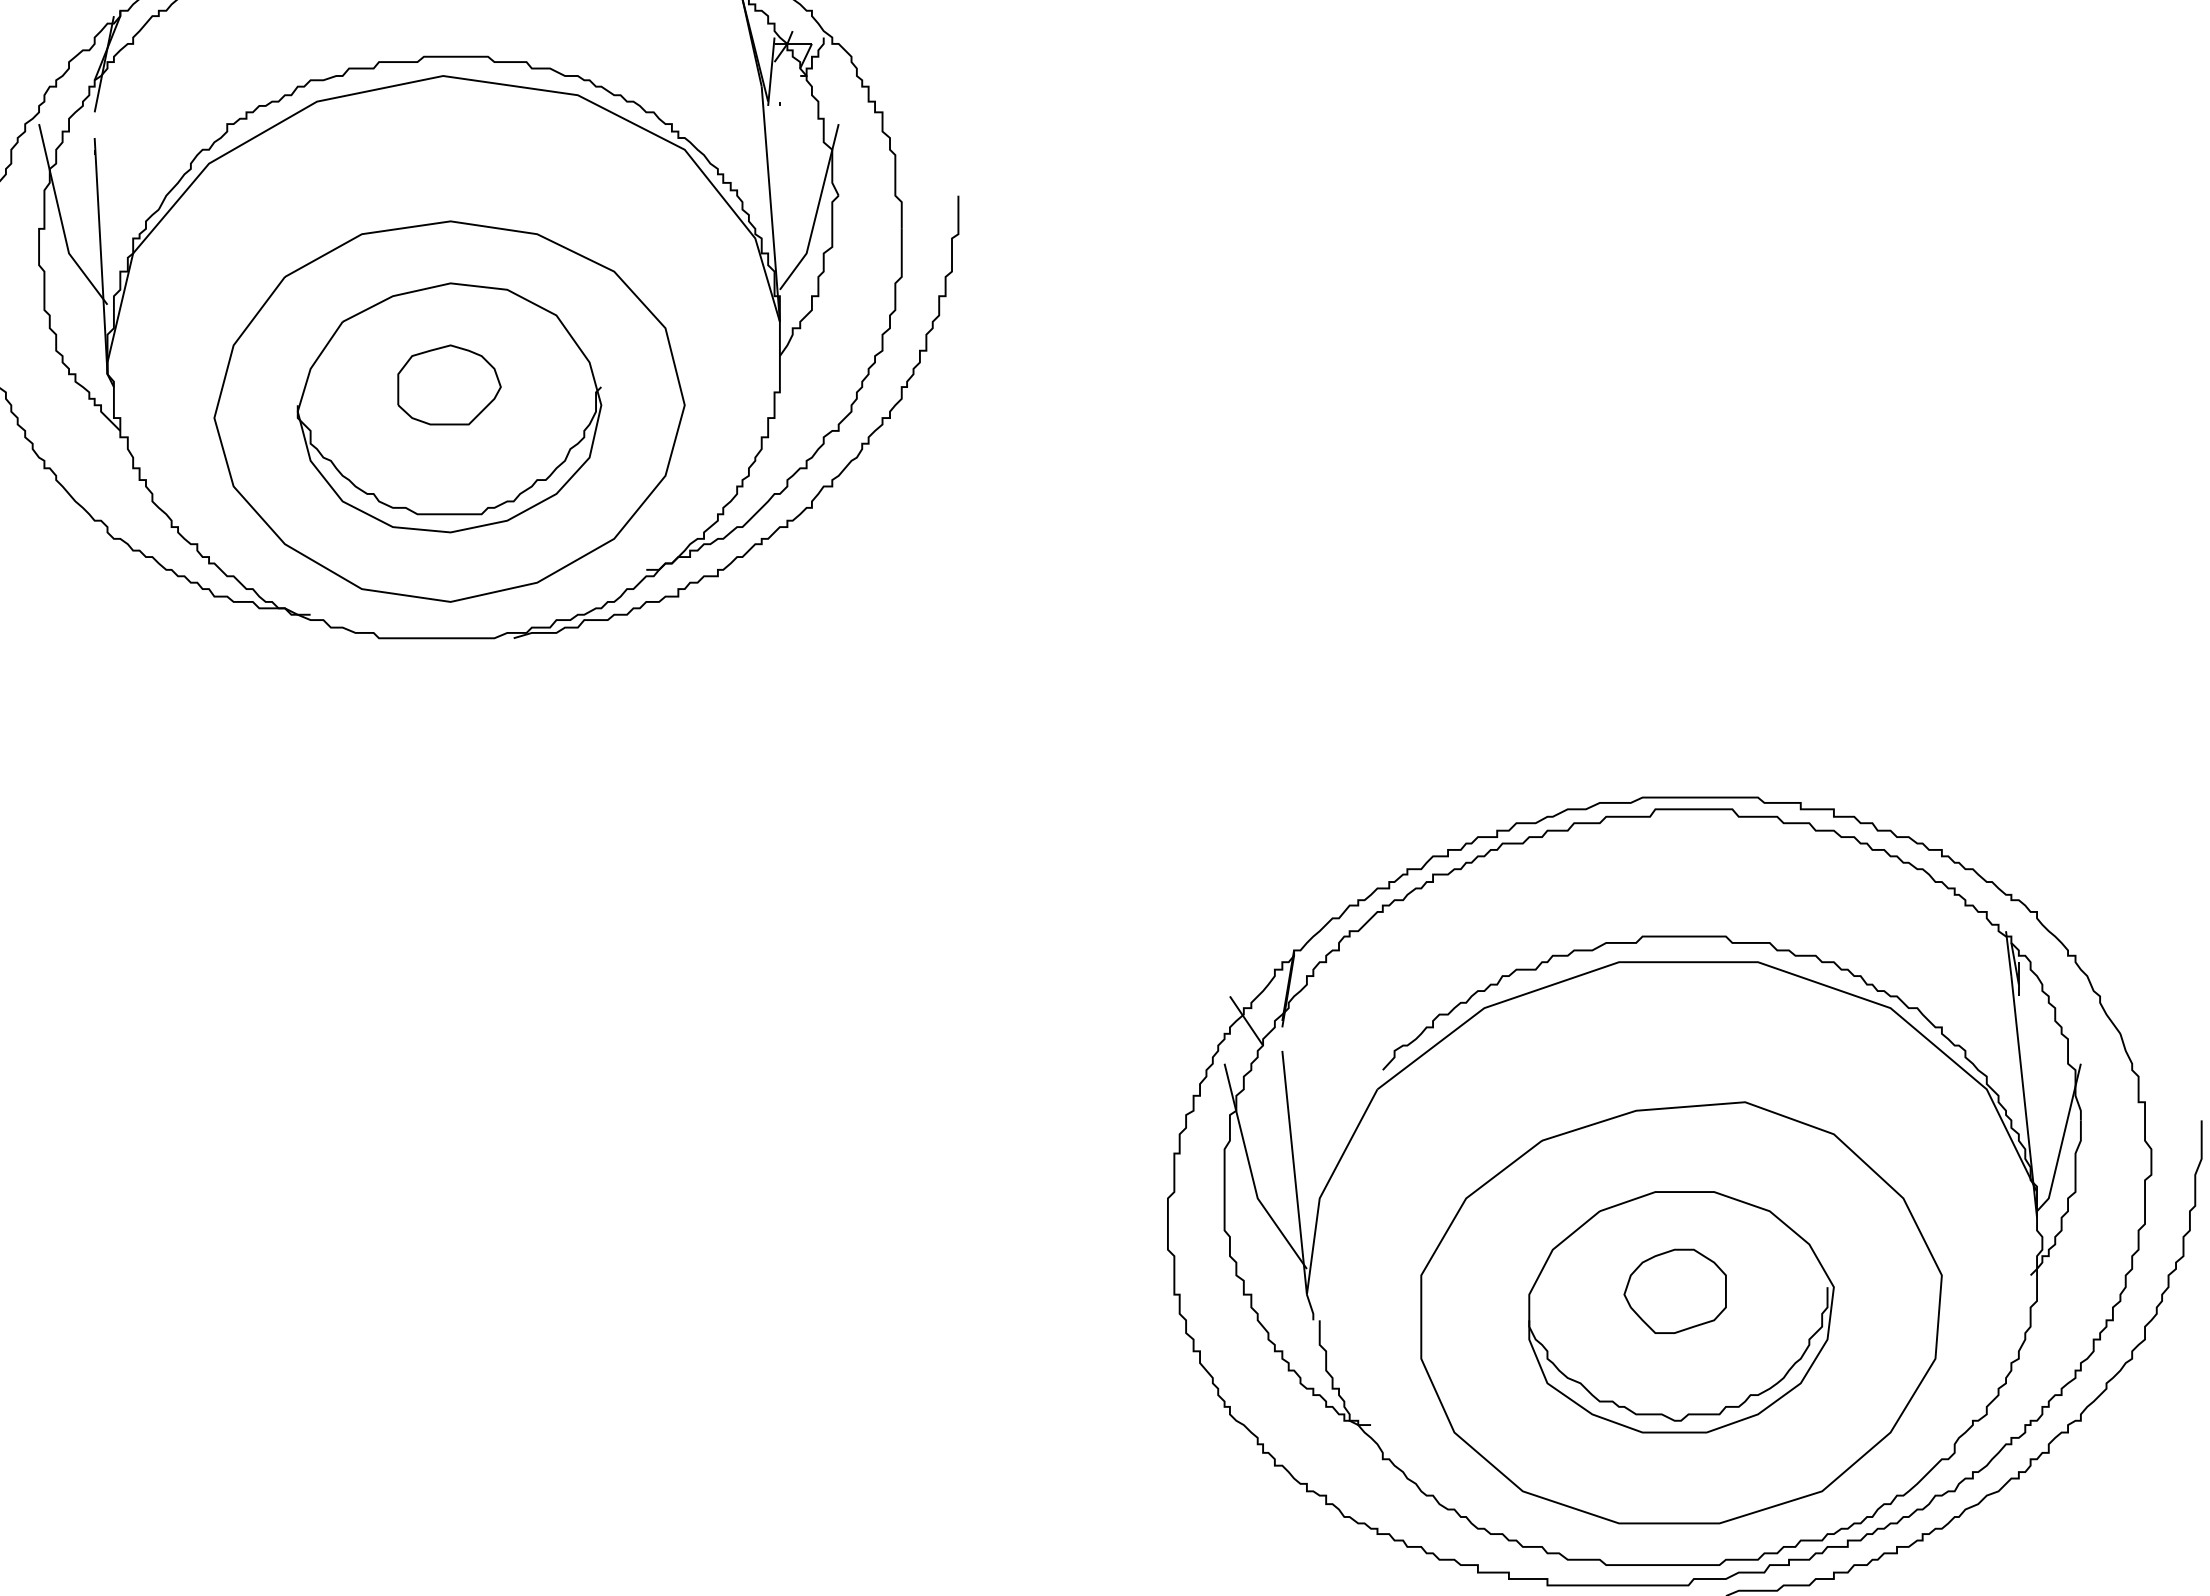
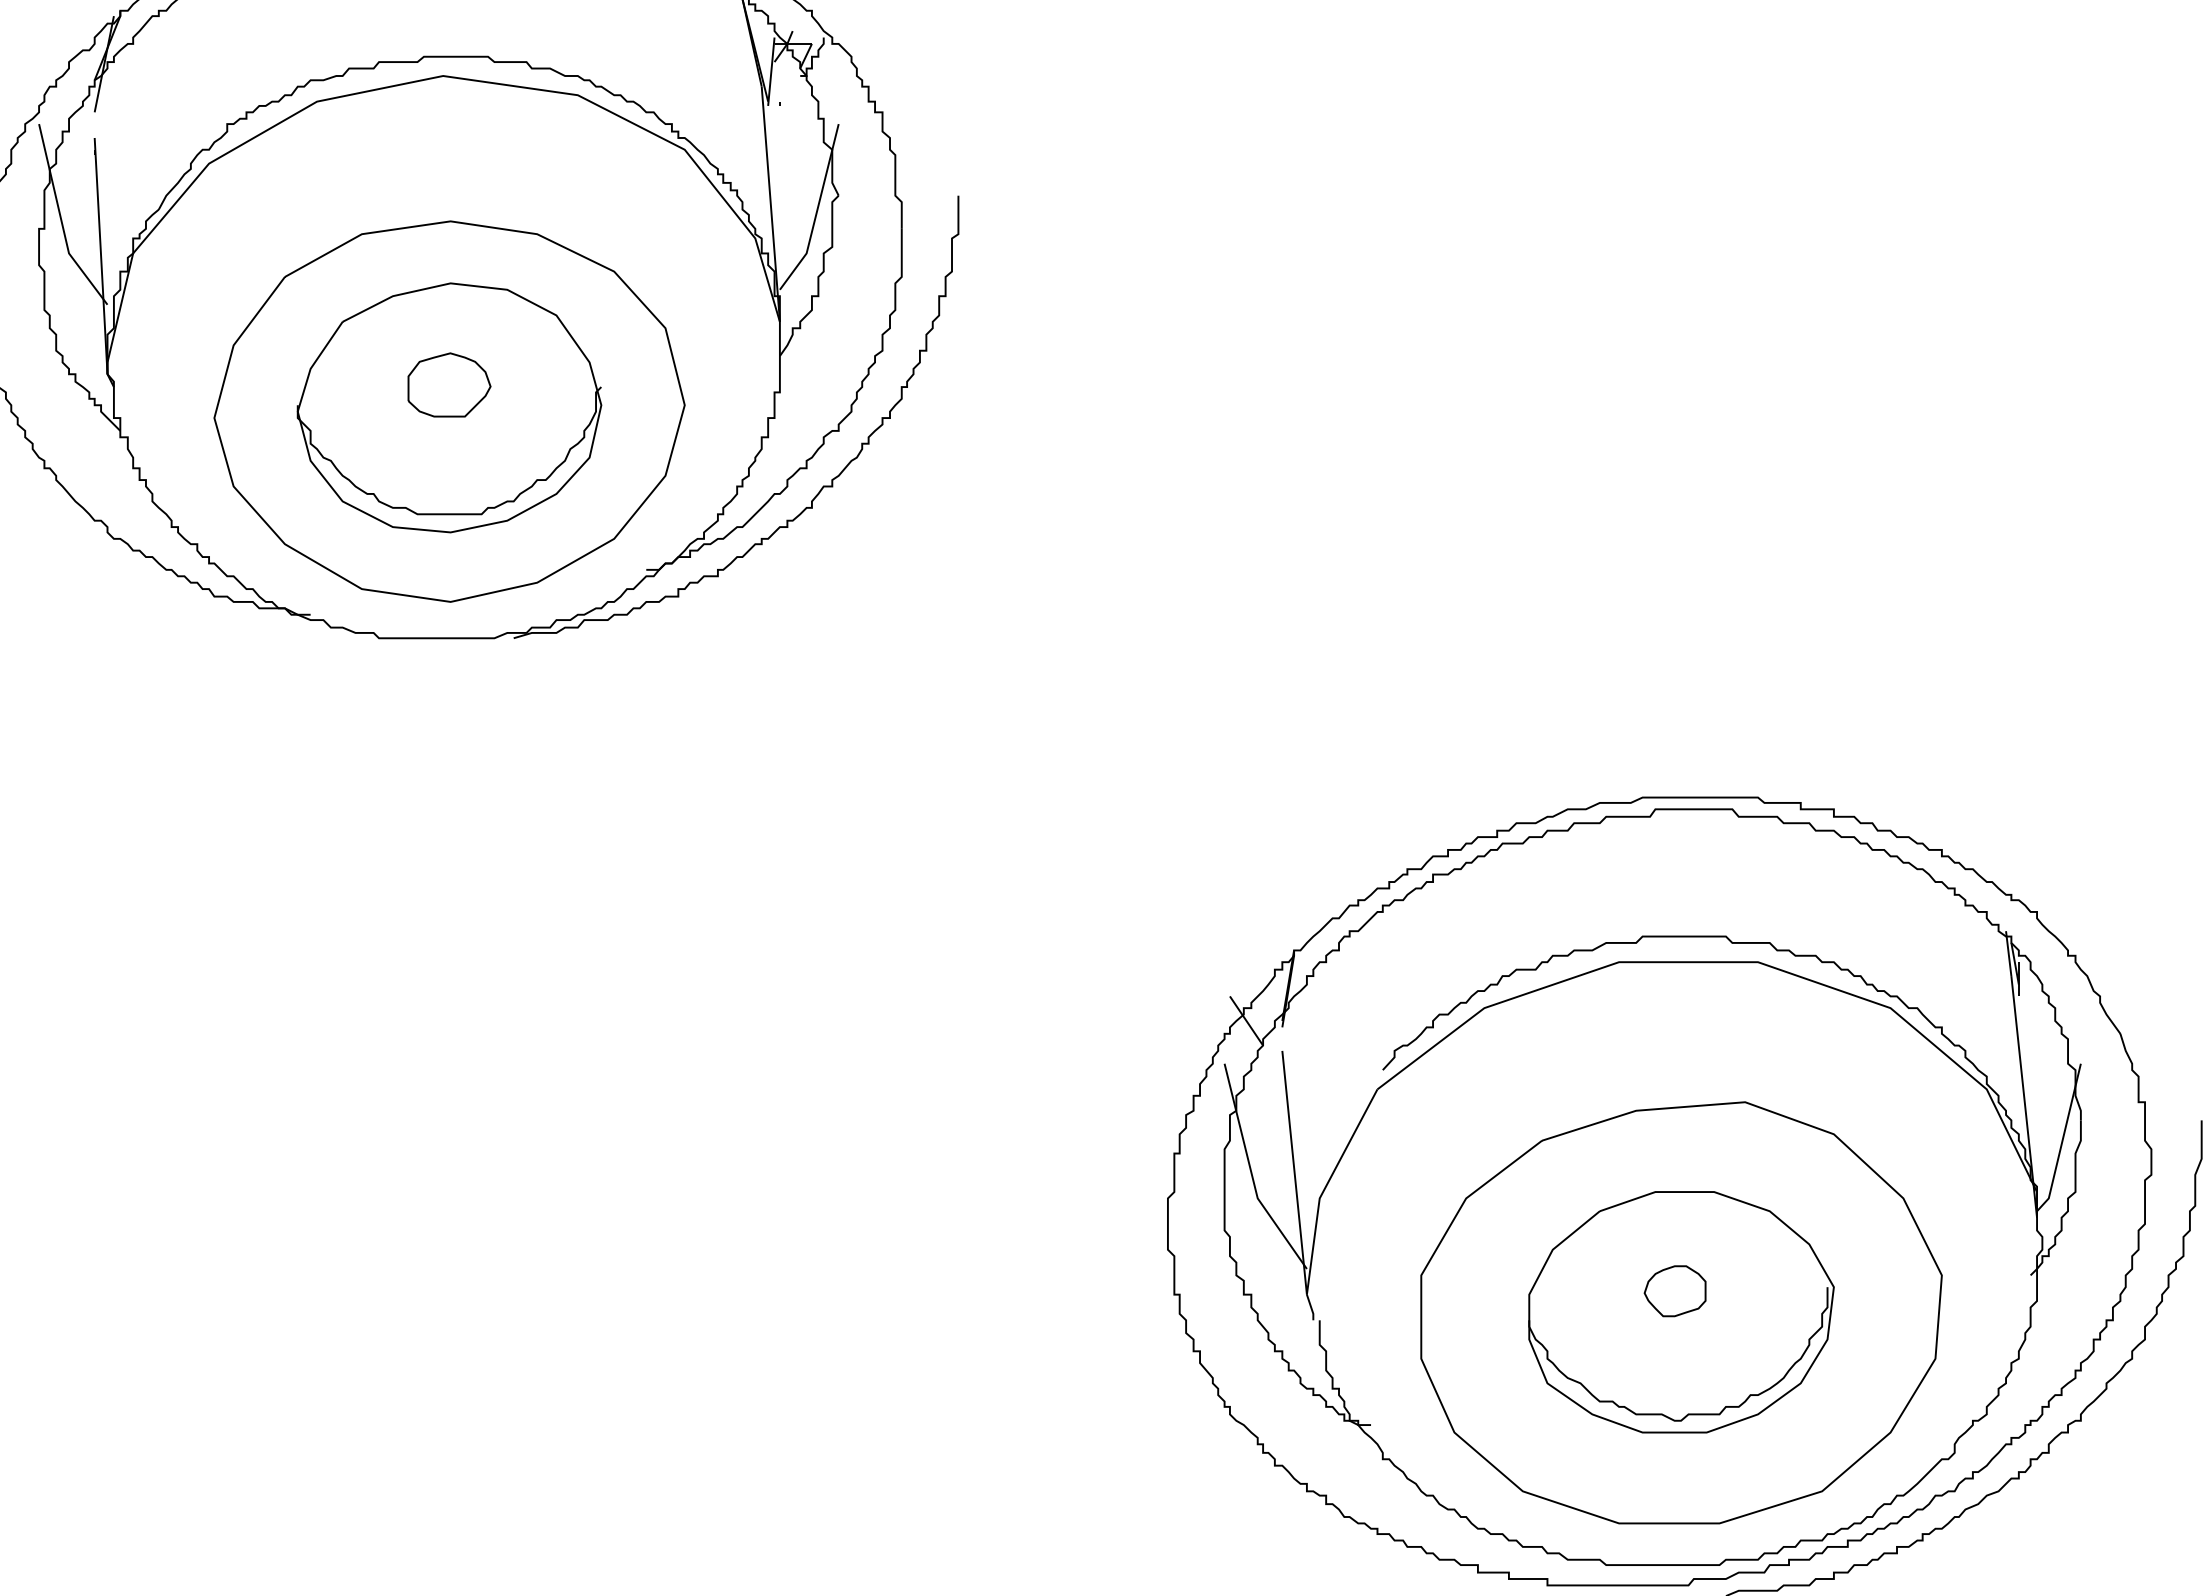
part at (449, 384) size: 105x82 px -> 85x66 px
part at (1674, 1290) size: 104x86 px -> 64x53 px
